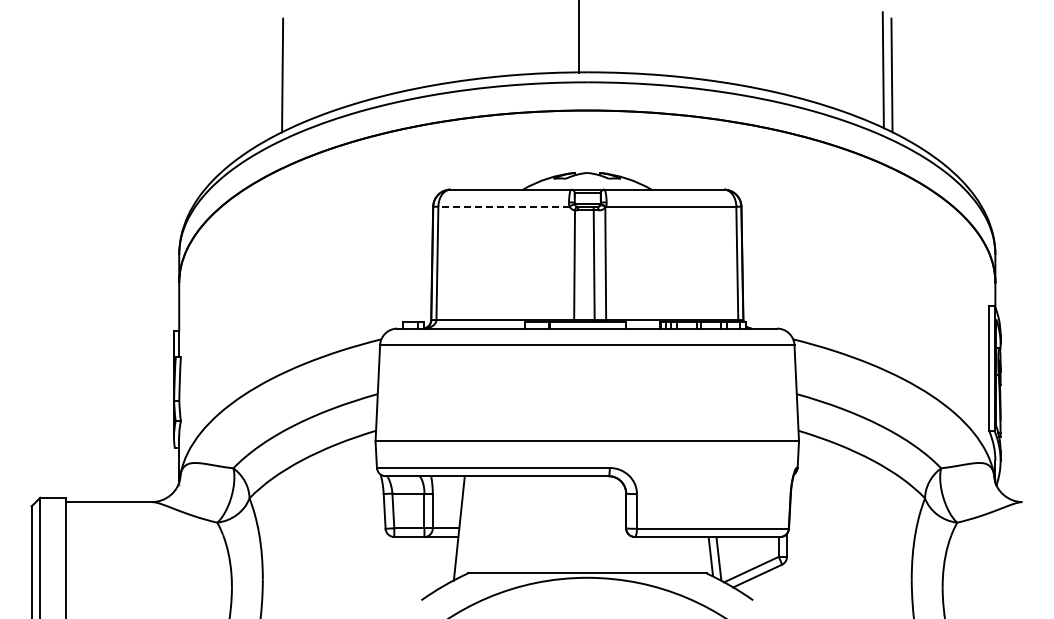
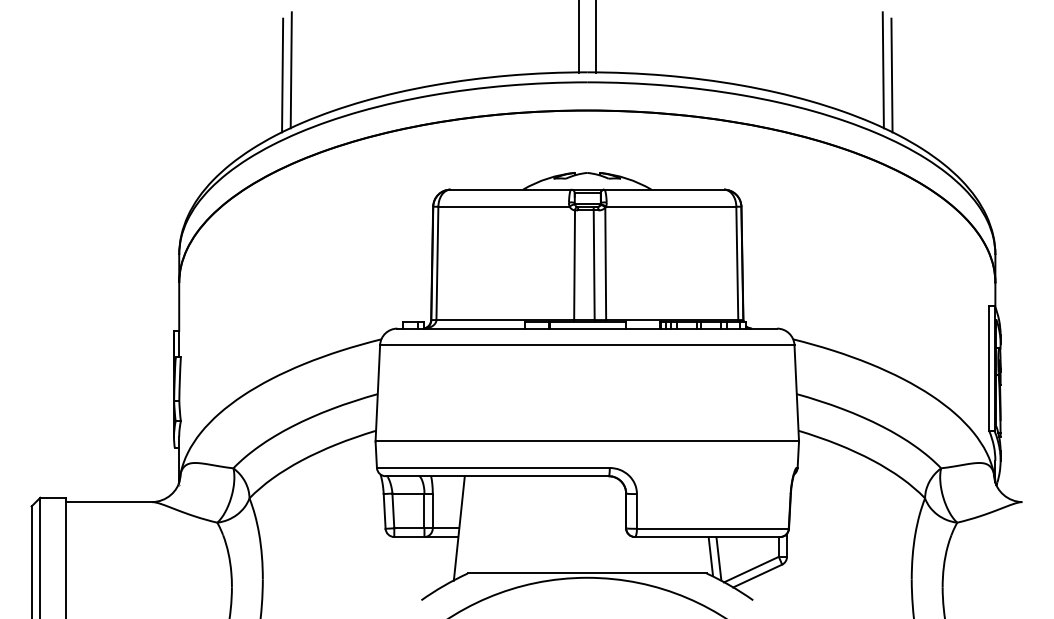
line at (595, 37): none -> present
line at (290, 70): none -> present
line at (504, 206): dashed -> solid
